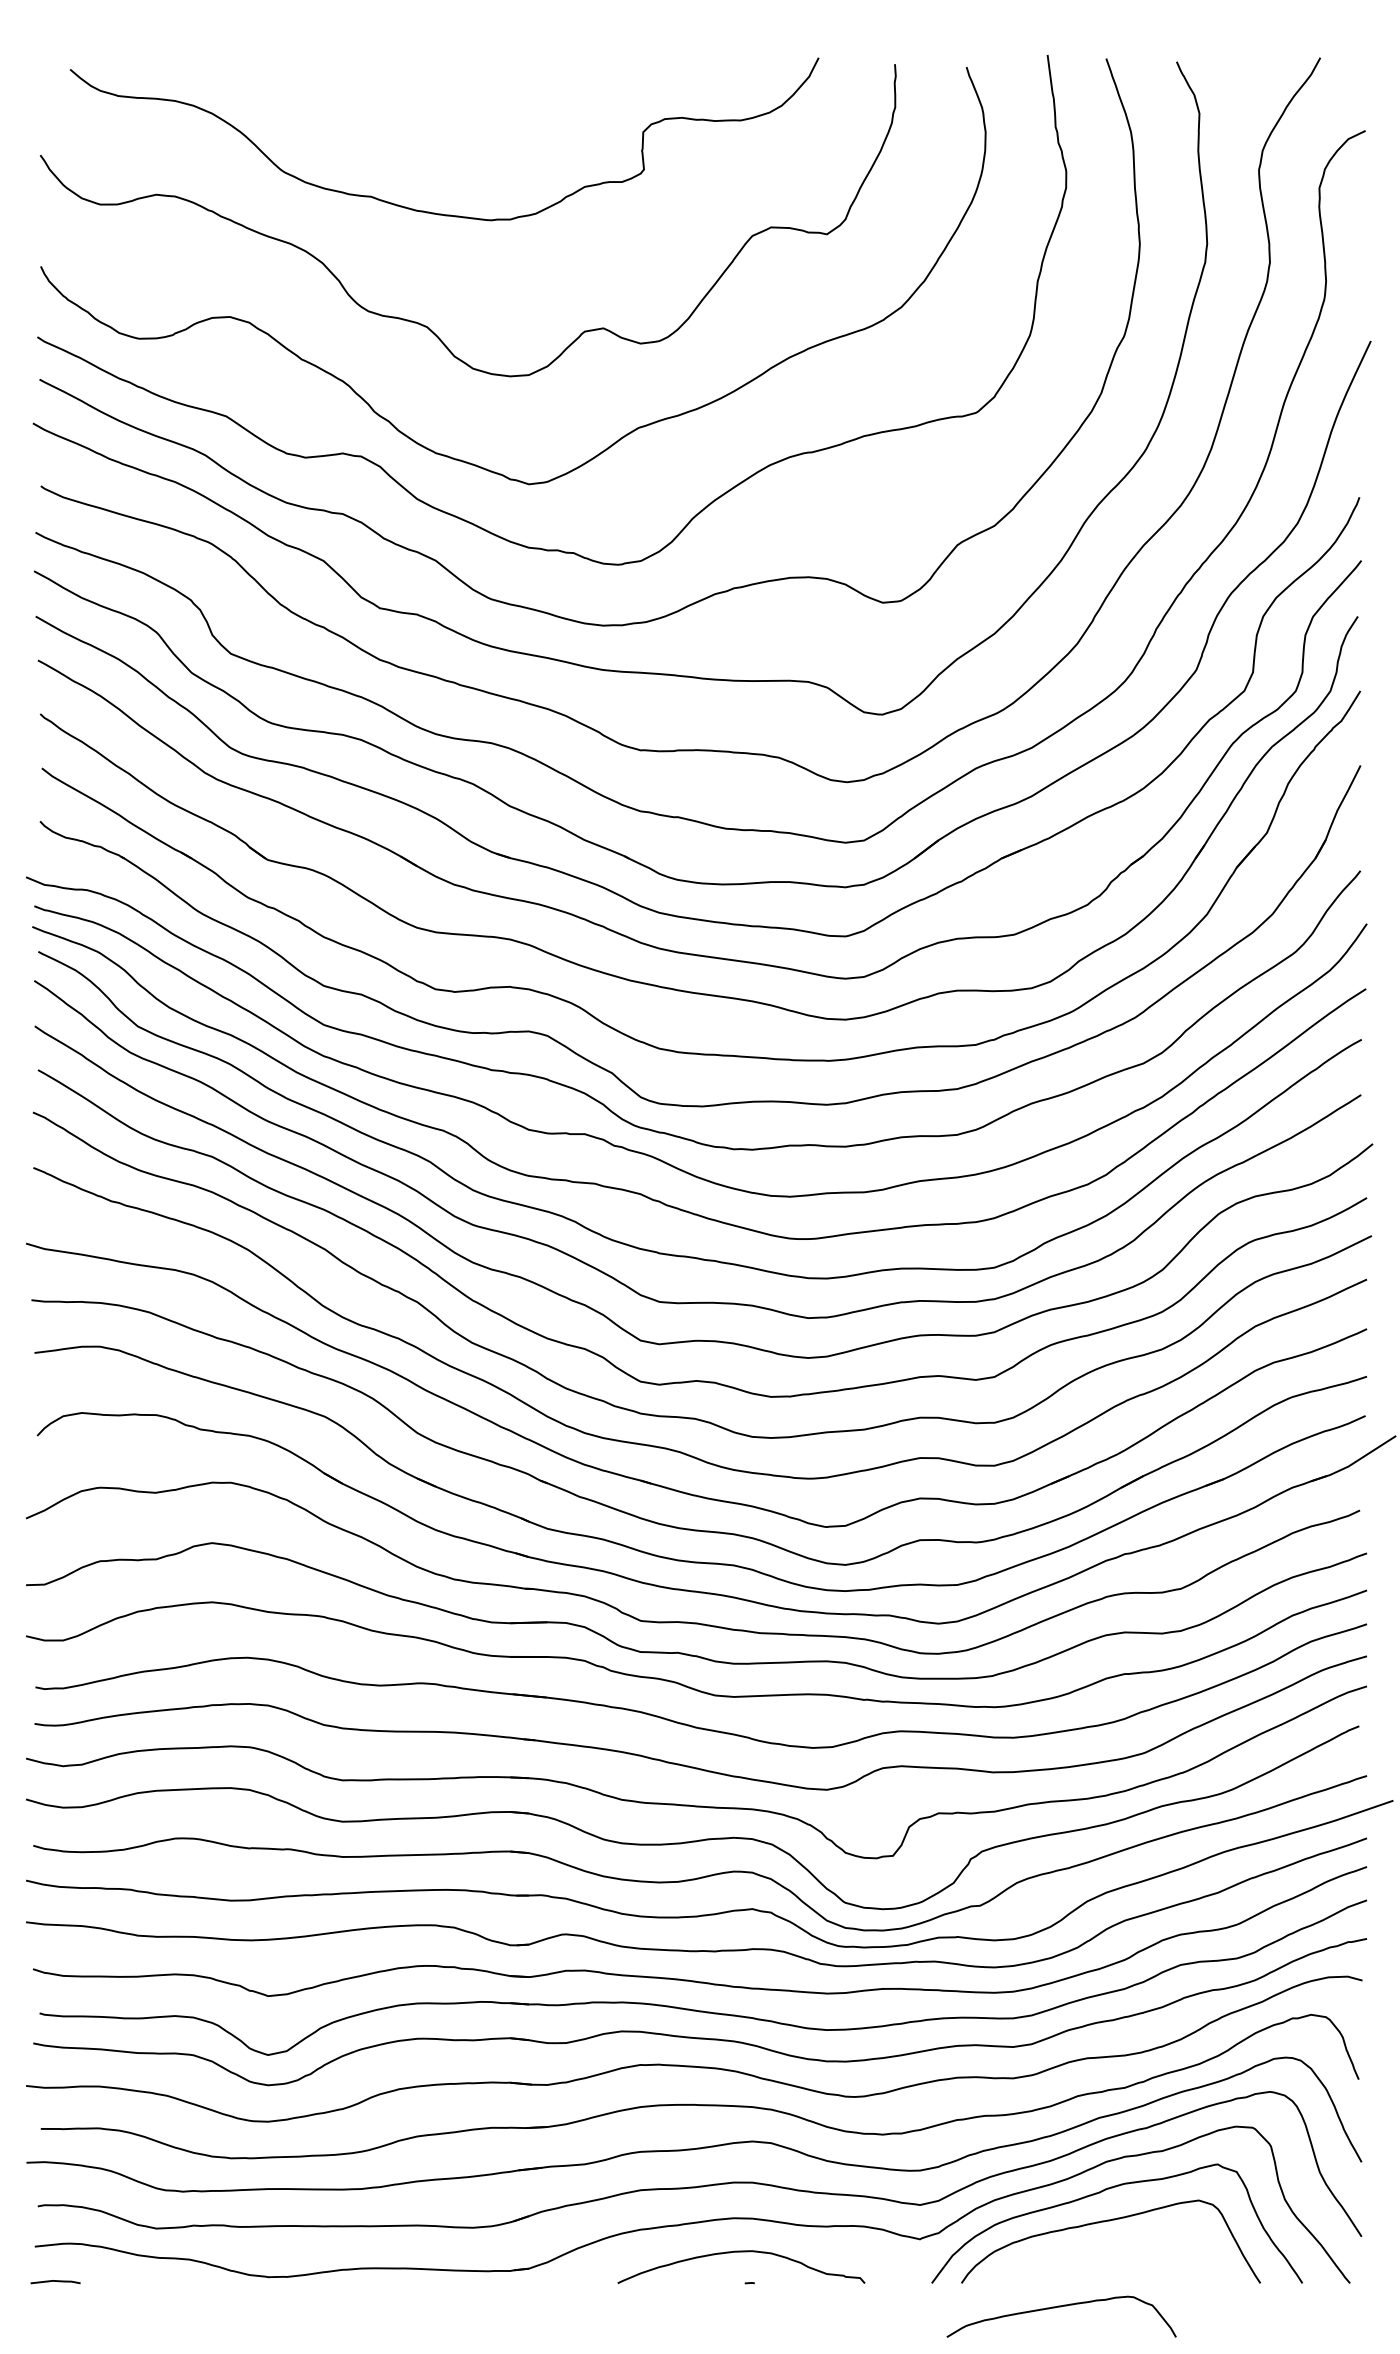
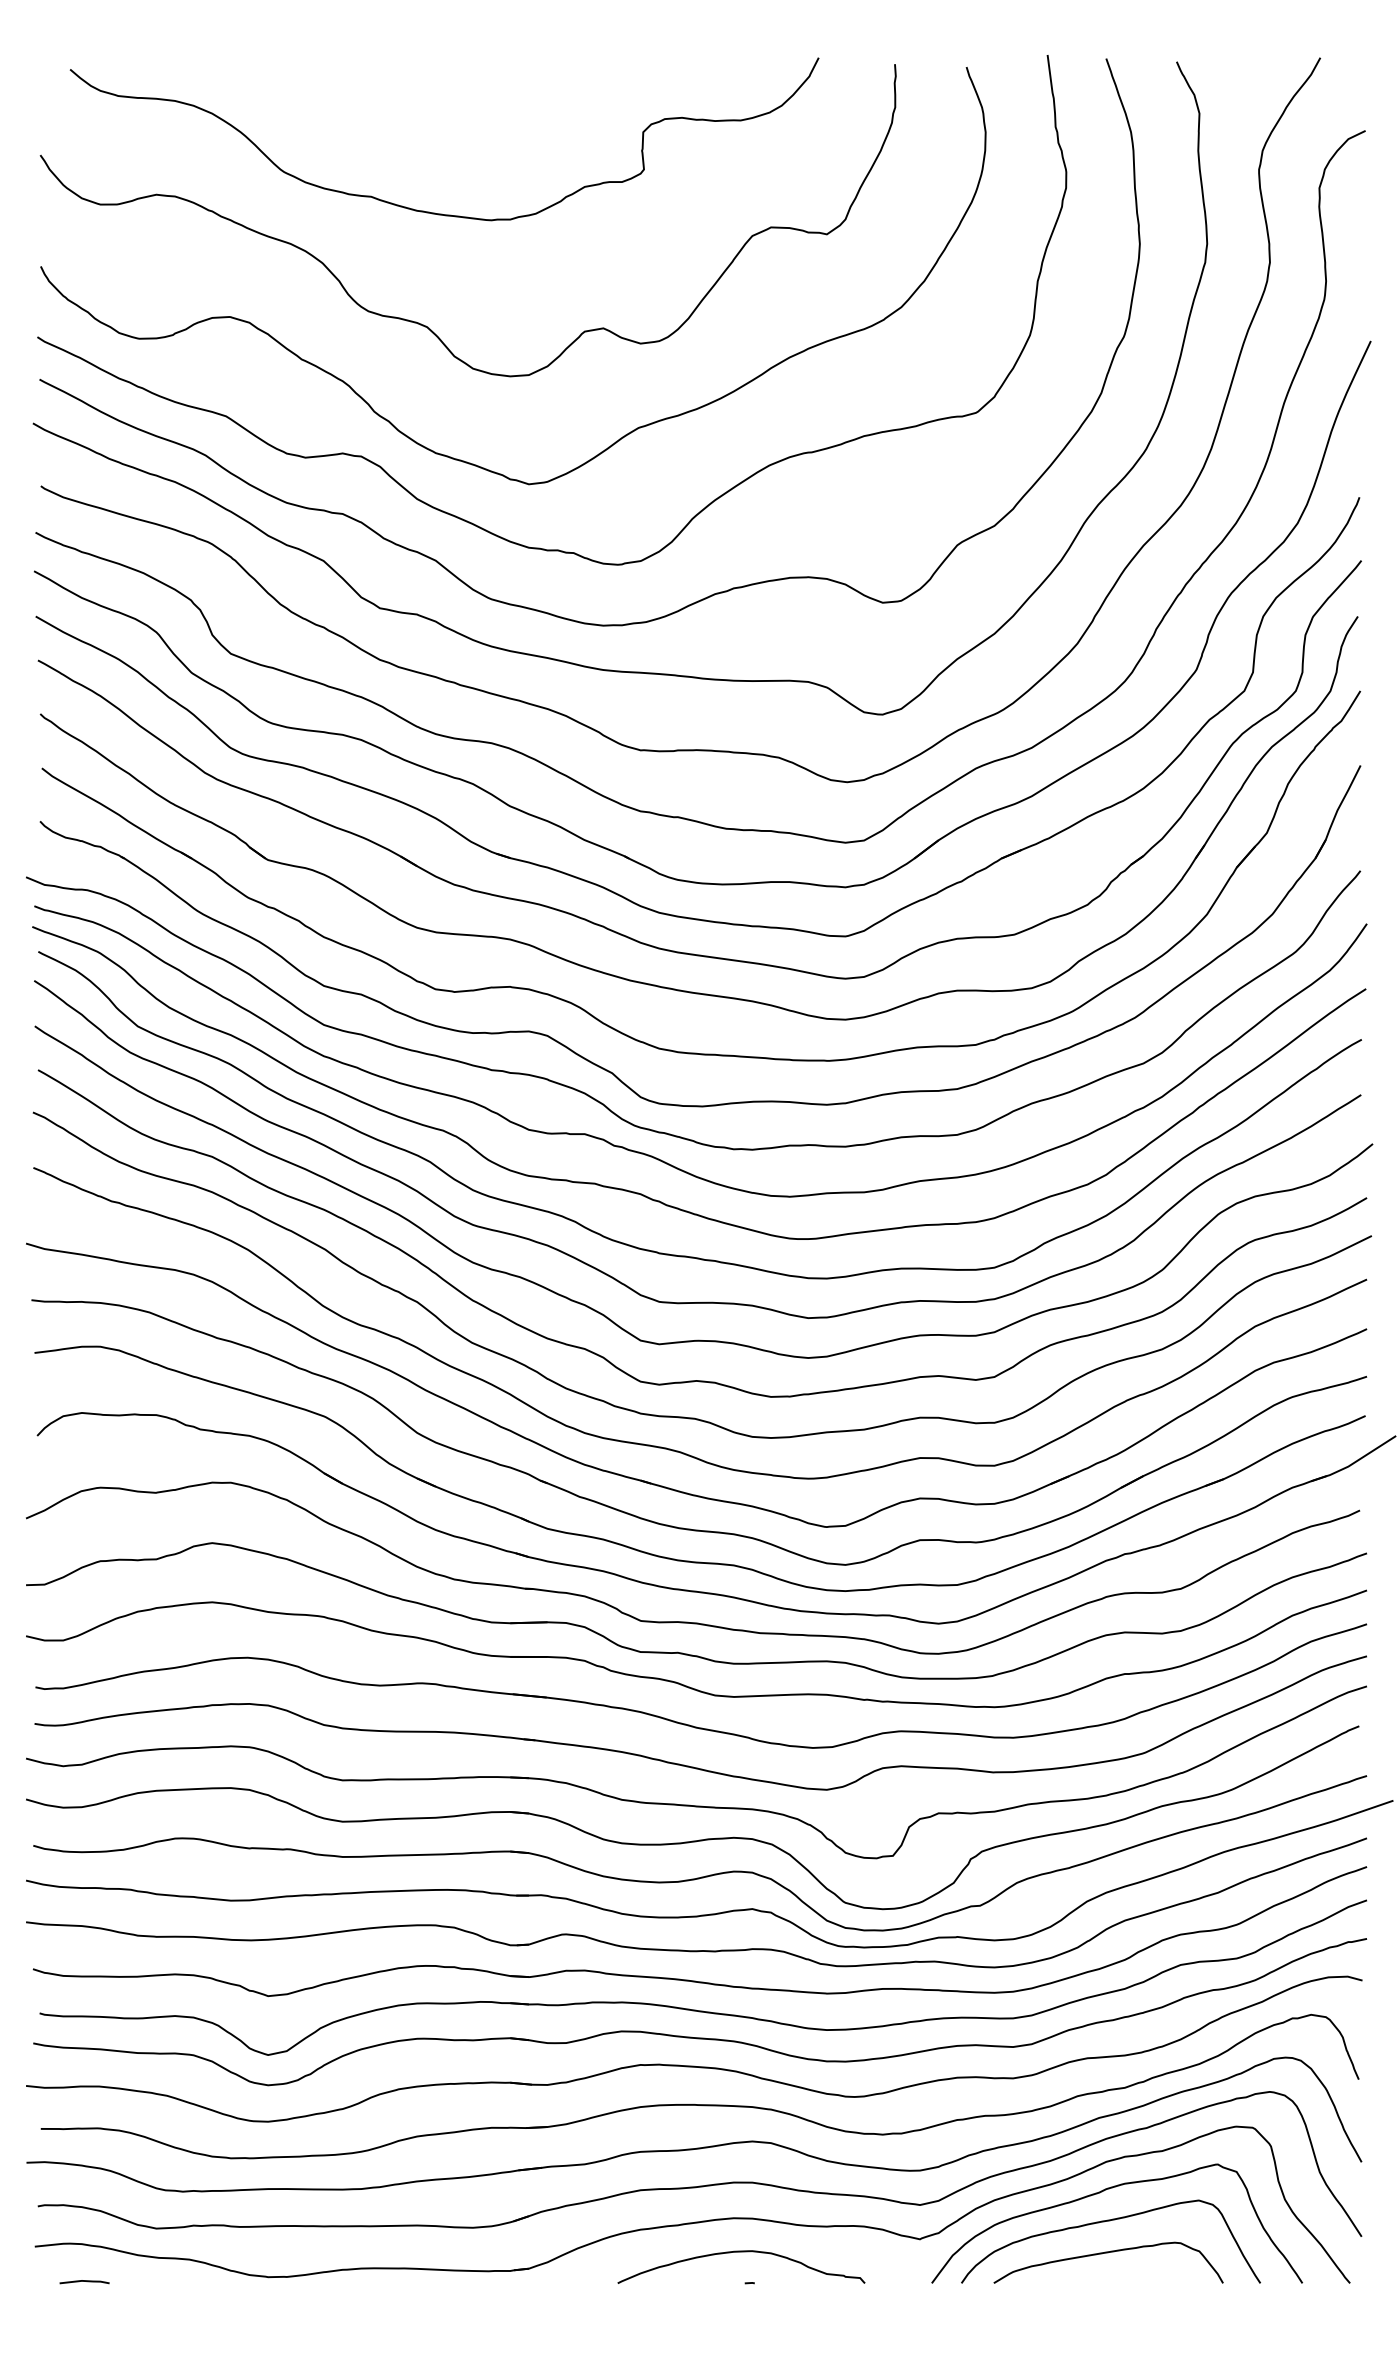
line at (55, 2281) position: (55, 2281) -> (84, 2281)
curve at (1061, 2307) position: (1061, 2307) -> (1108, 2253)
